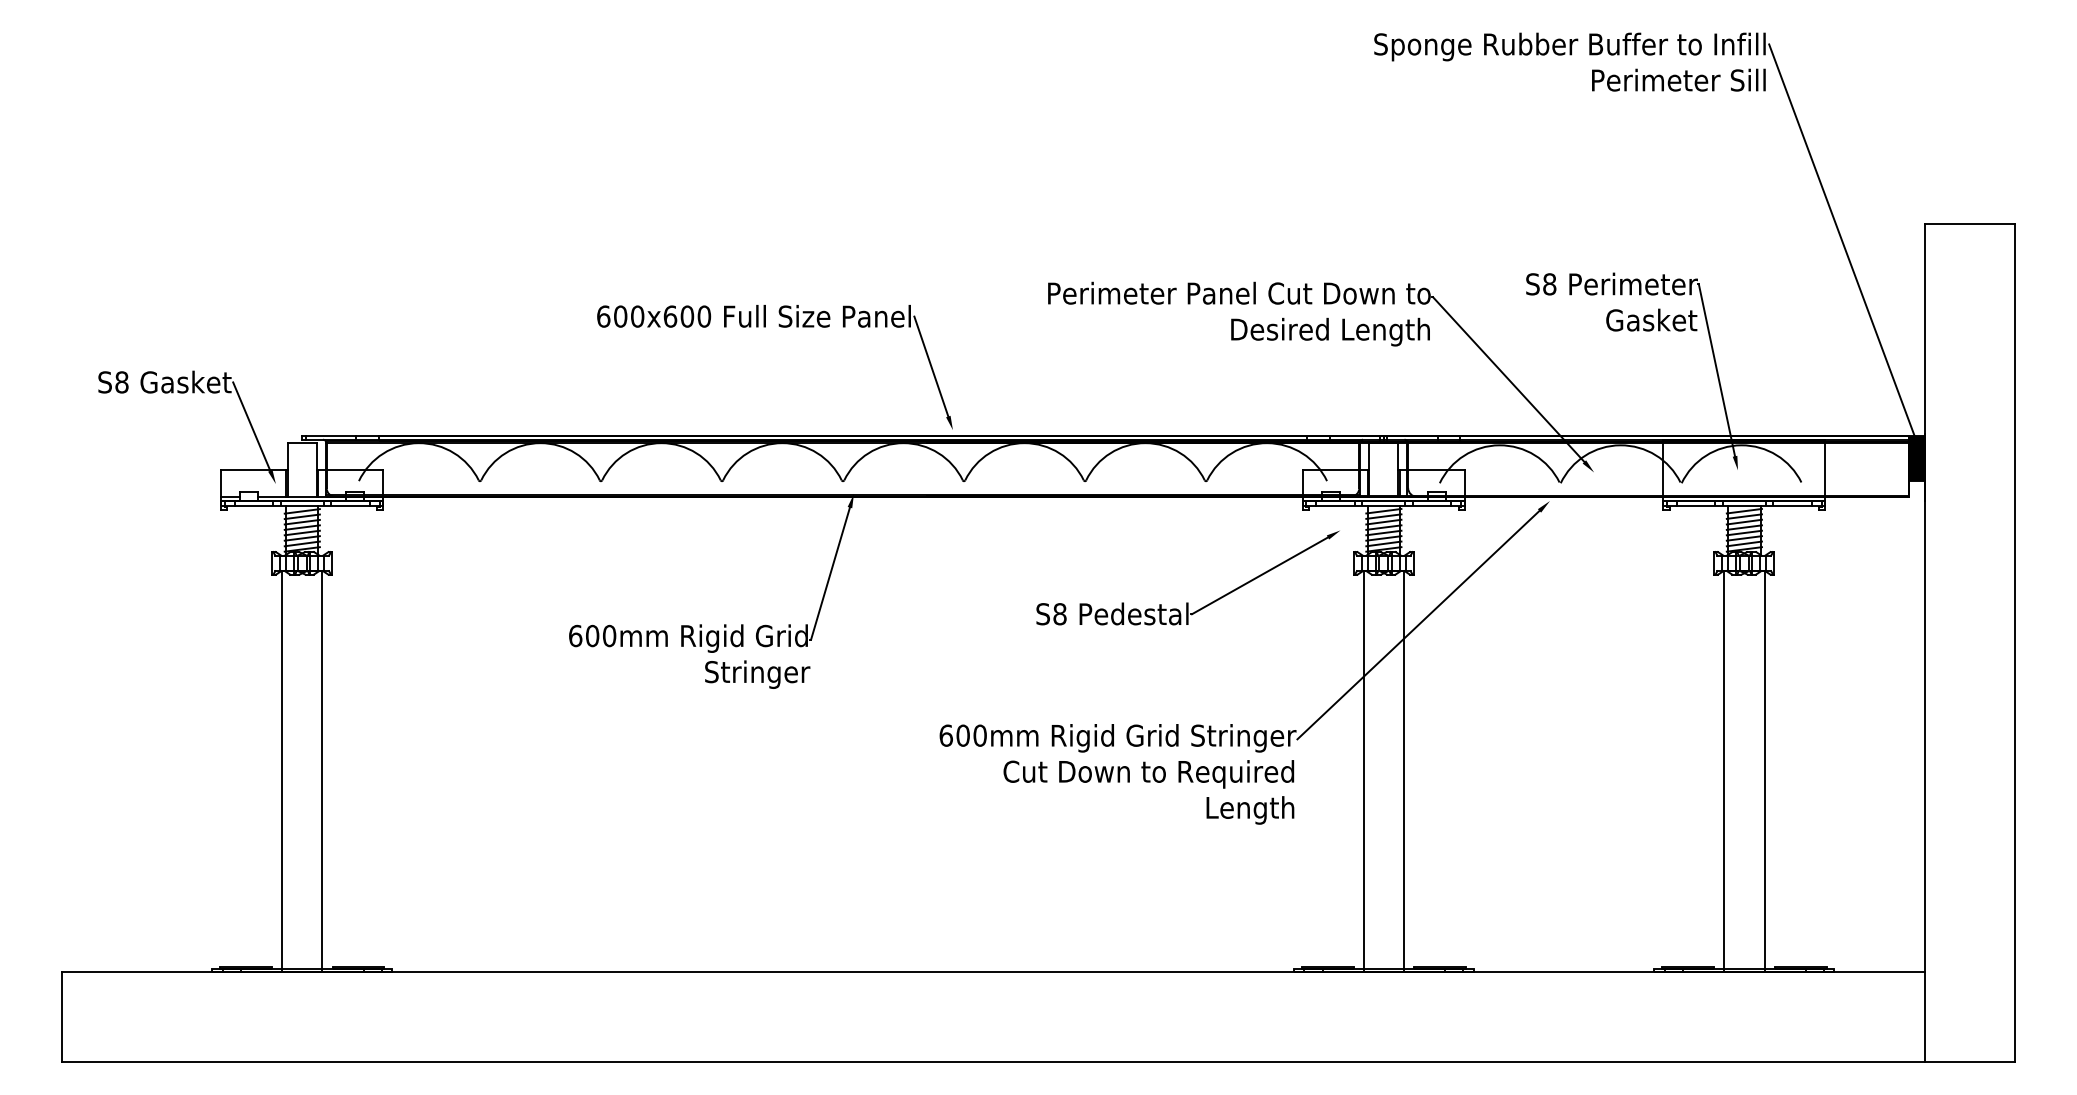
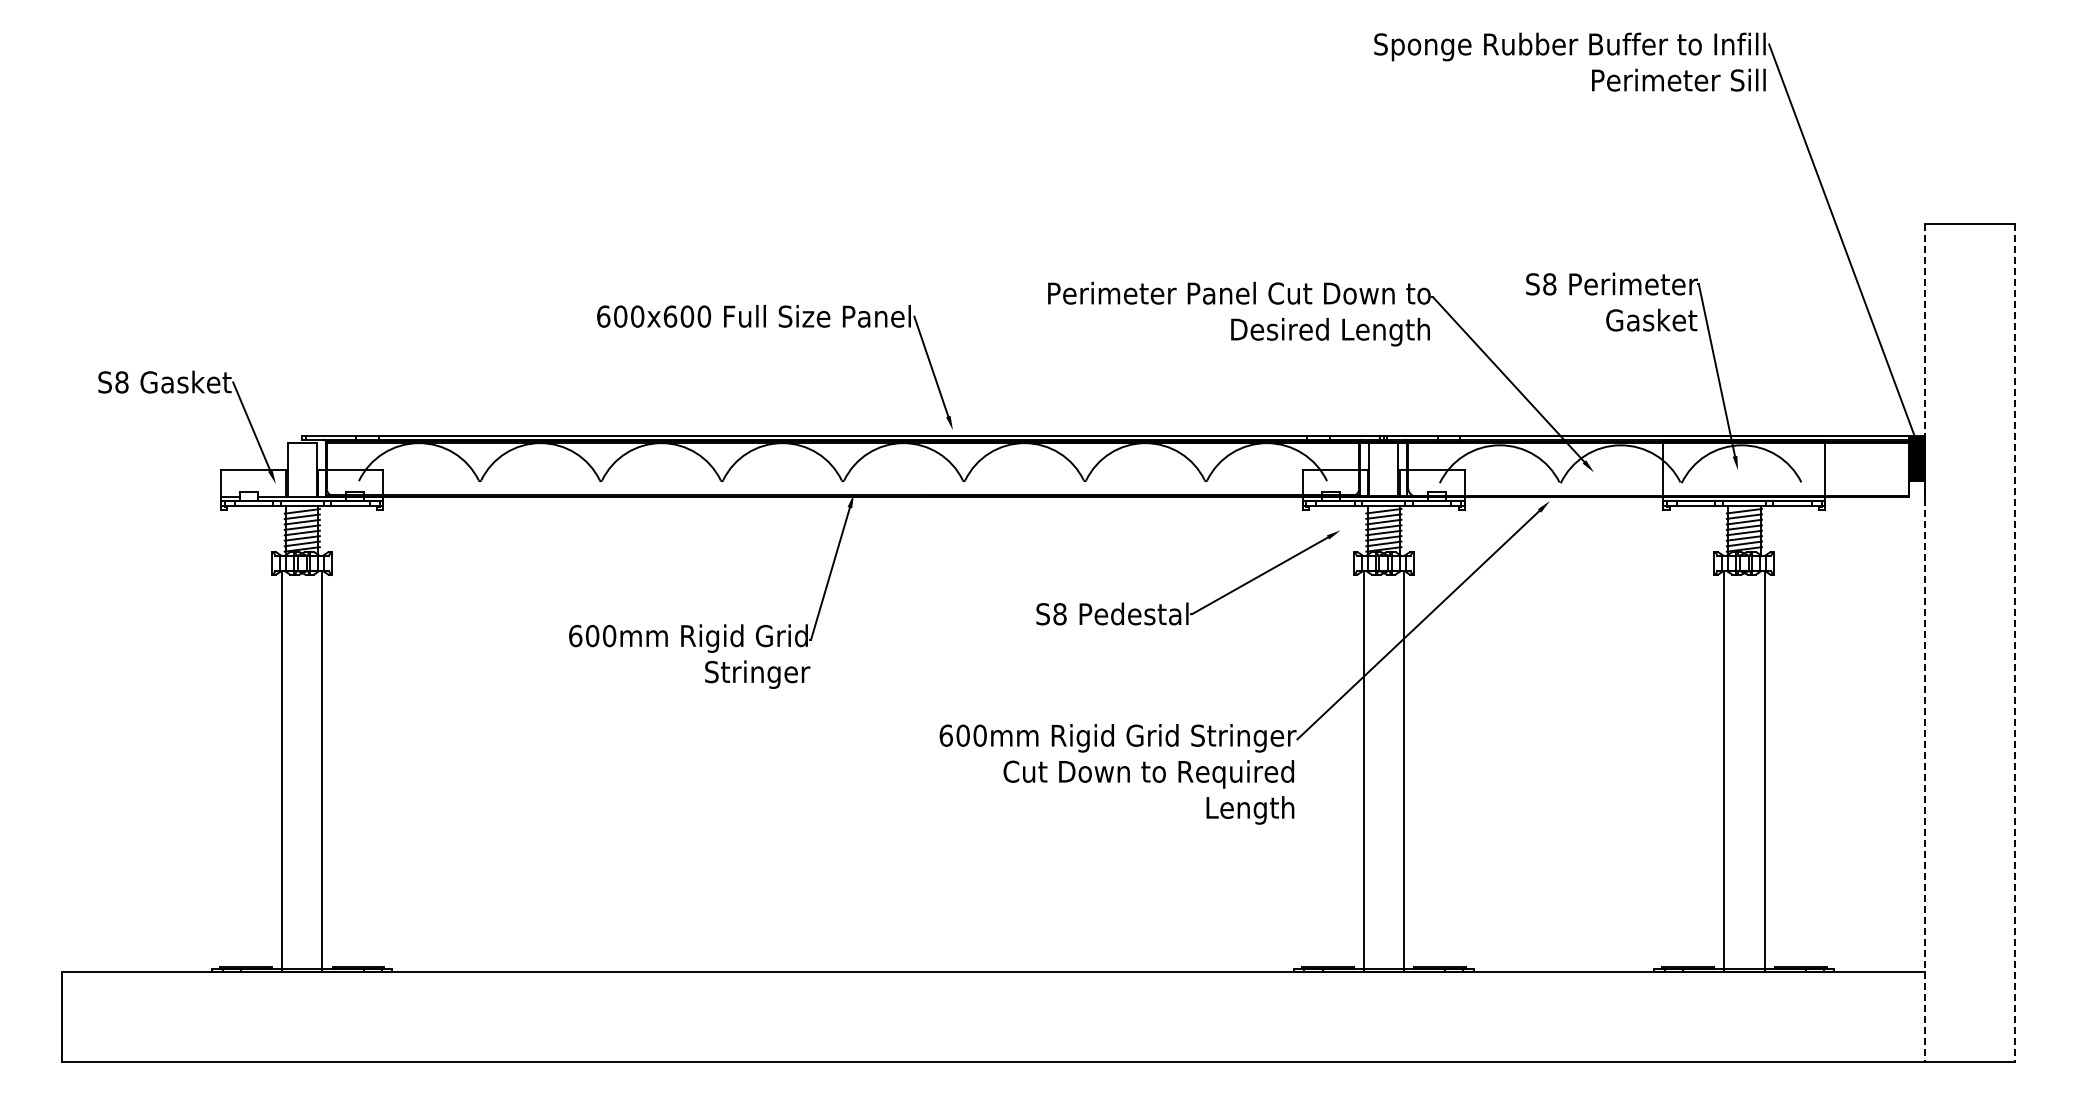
line at (1924, 643): solid -> dashed
line at (2014, 643): solid -> dashed
